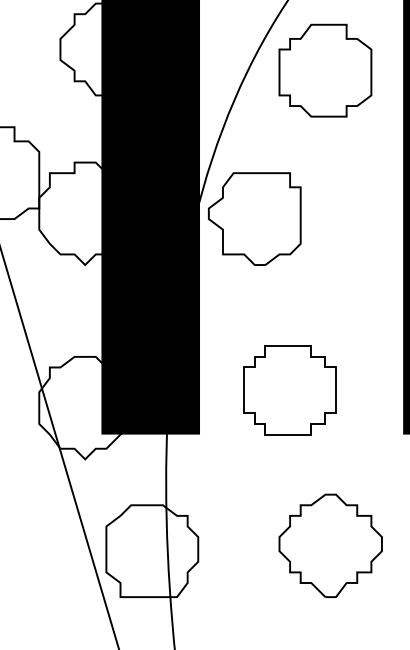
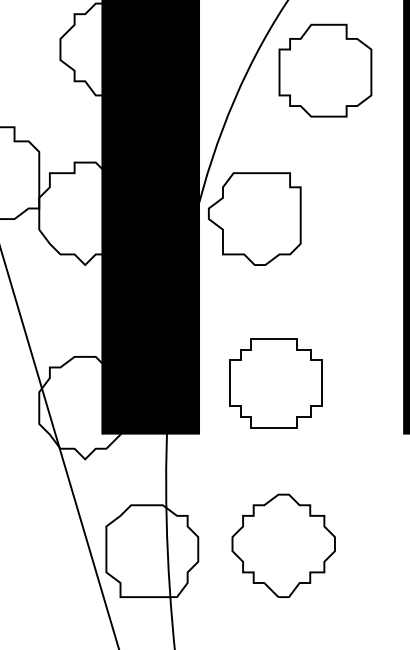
part at (289, 390) position: (289, 390) -> (275, 383)
part at (330, 545) position: (330, 545) -> (283, 545)
